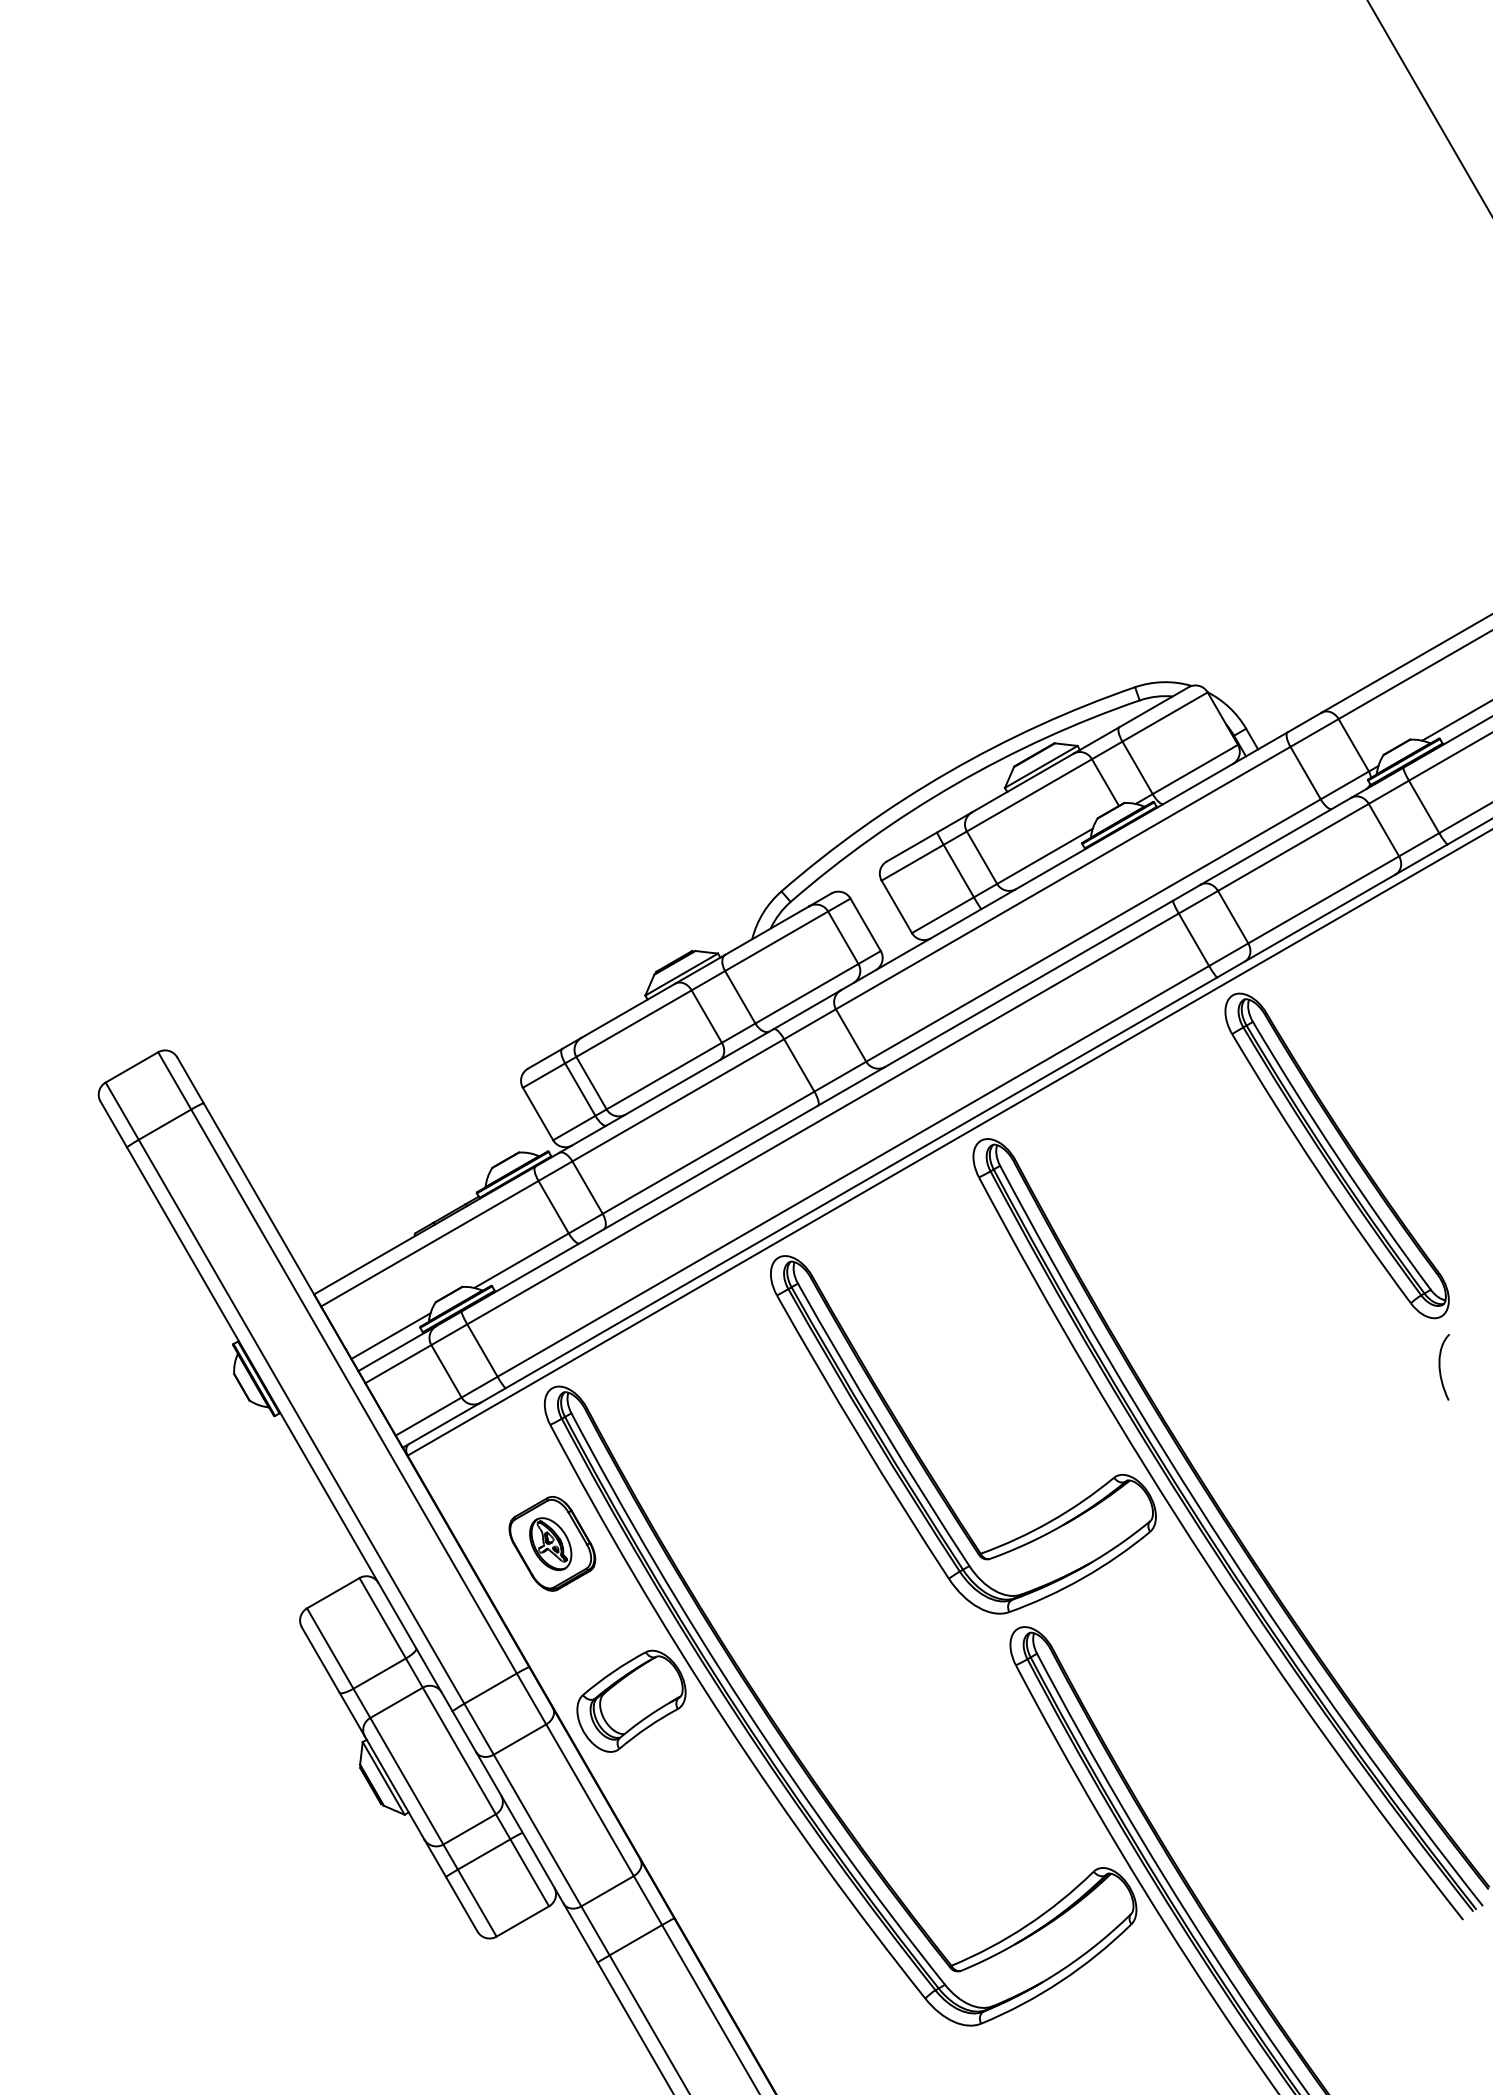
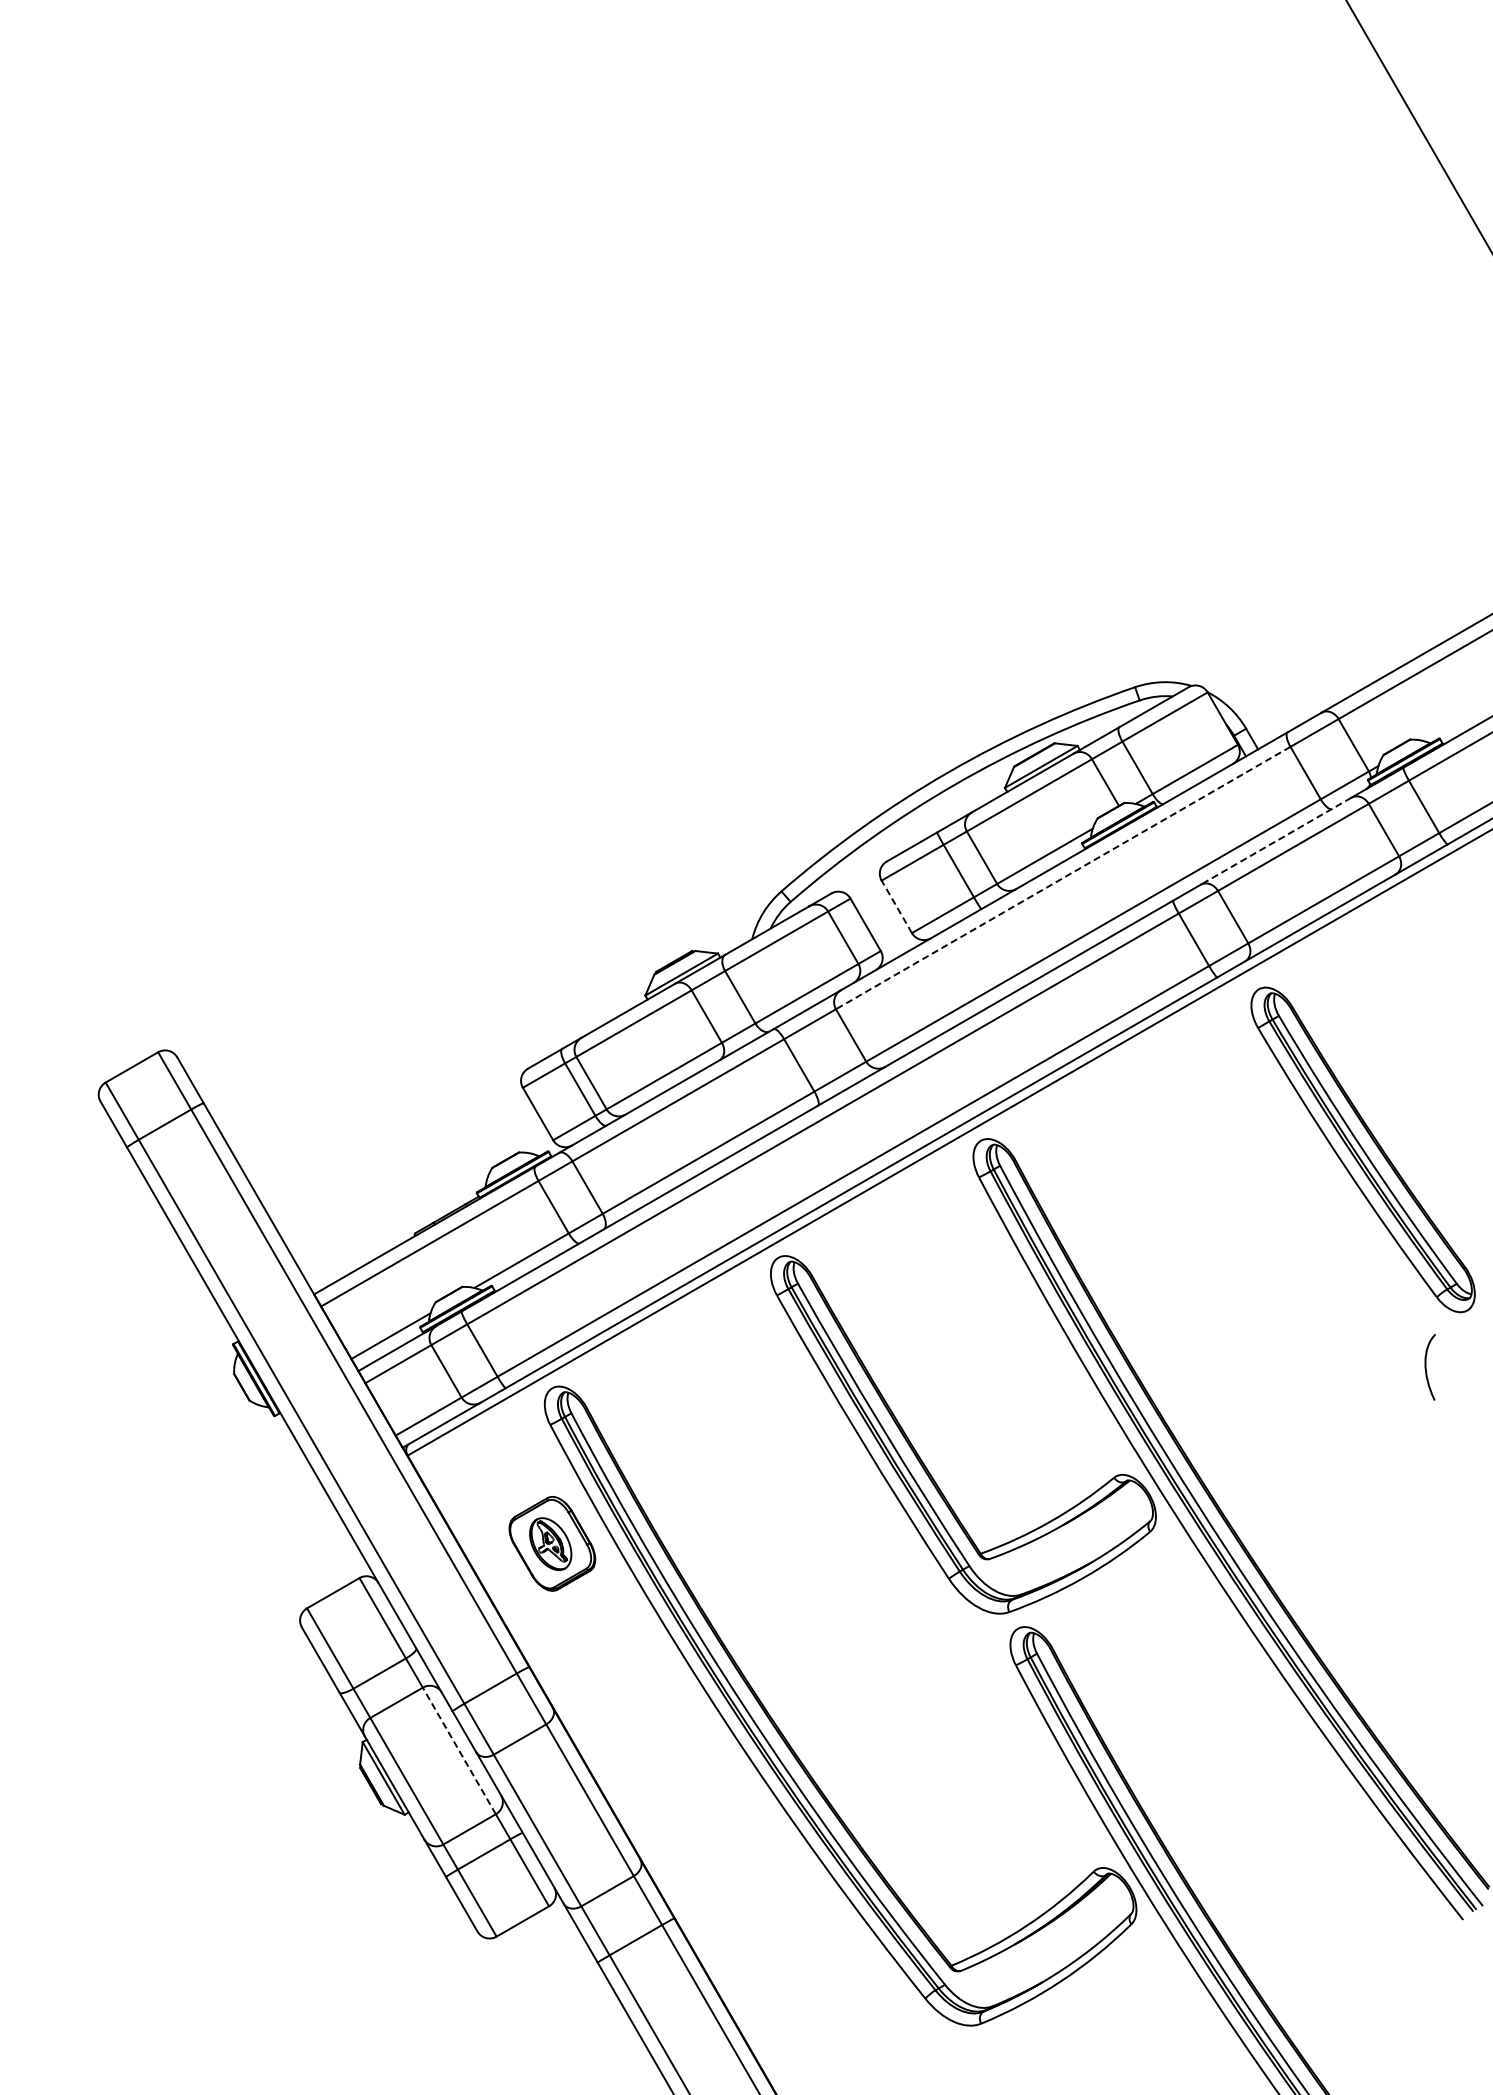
line at (1428, 107) position: (1428, 107) -> (1418, 125)
line at (1455, 721): present -> none
line at (1275, 841): solid -> dashed
line at (1062, 878): solid -> dashed
line at (896, 906): solid -> dashed
part at (1336, 1155) position: (1336, 1155) -> (1362, 1149)
curve at (1440, 1367) position: (1440, 1367) -> (1426, 1367)
part at (631, 1700): present -> none
line at (459, 1750): solid -> dashed
